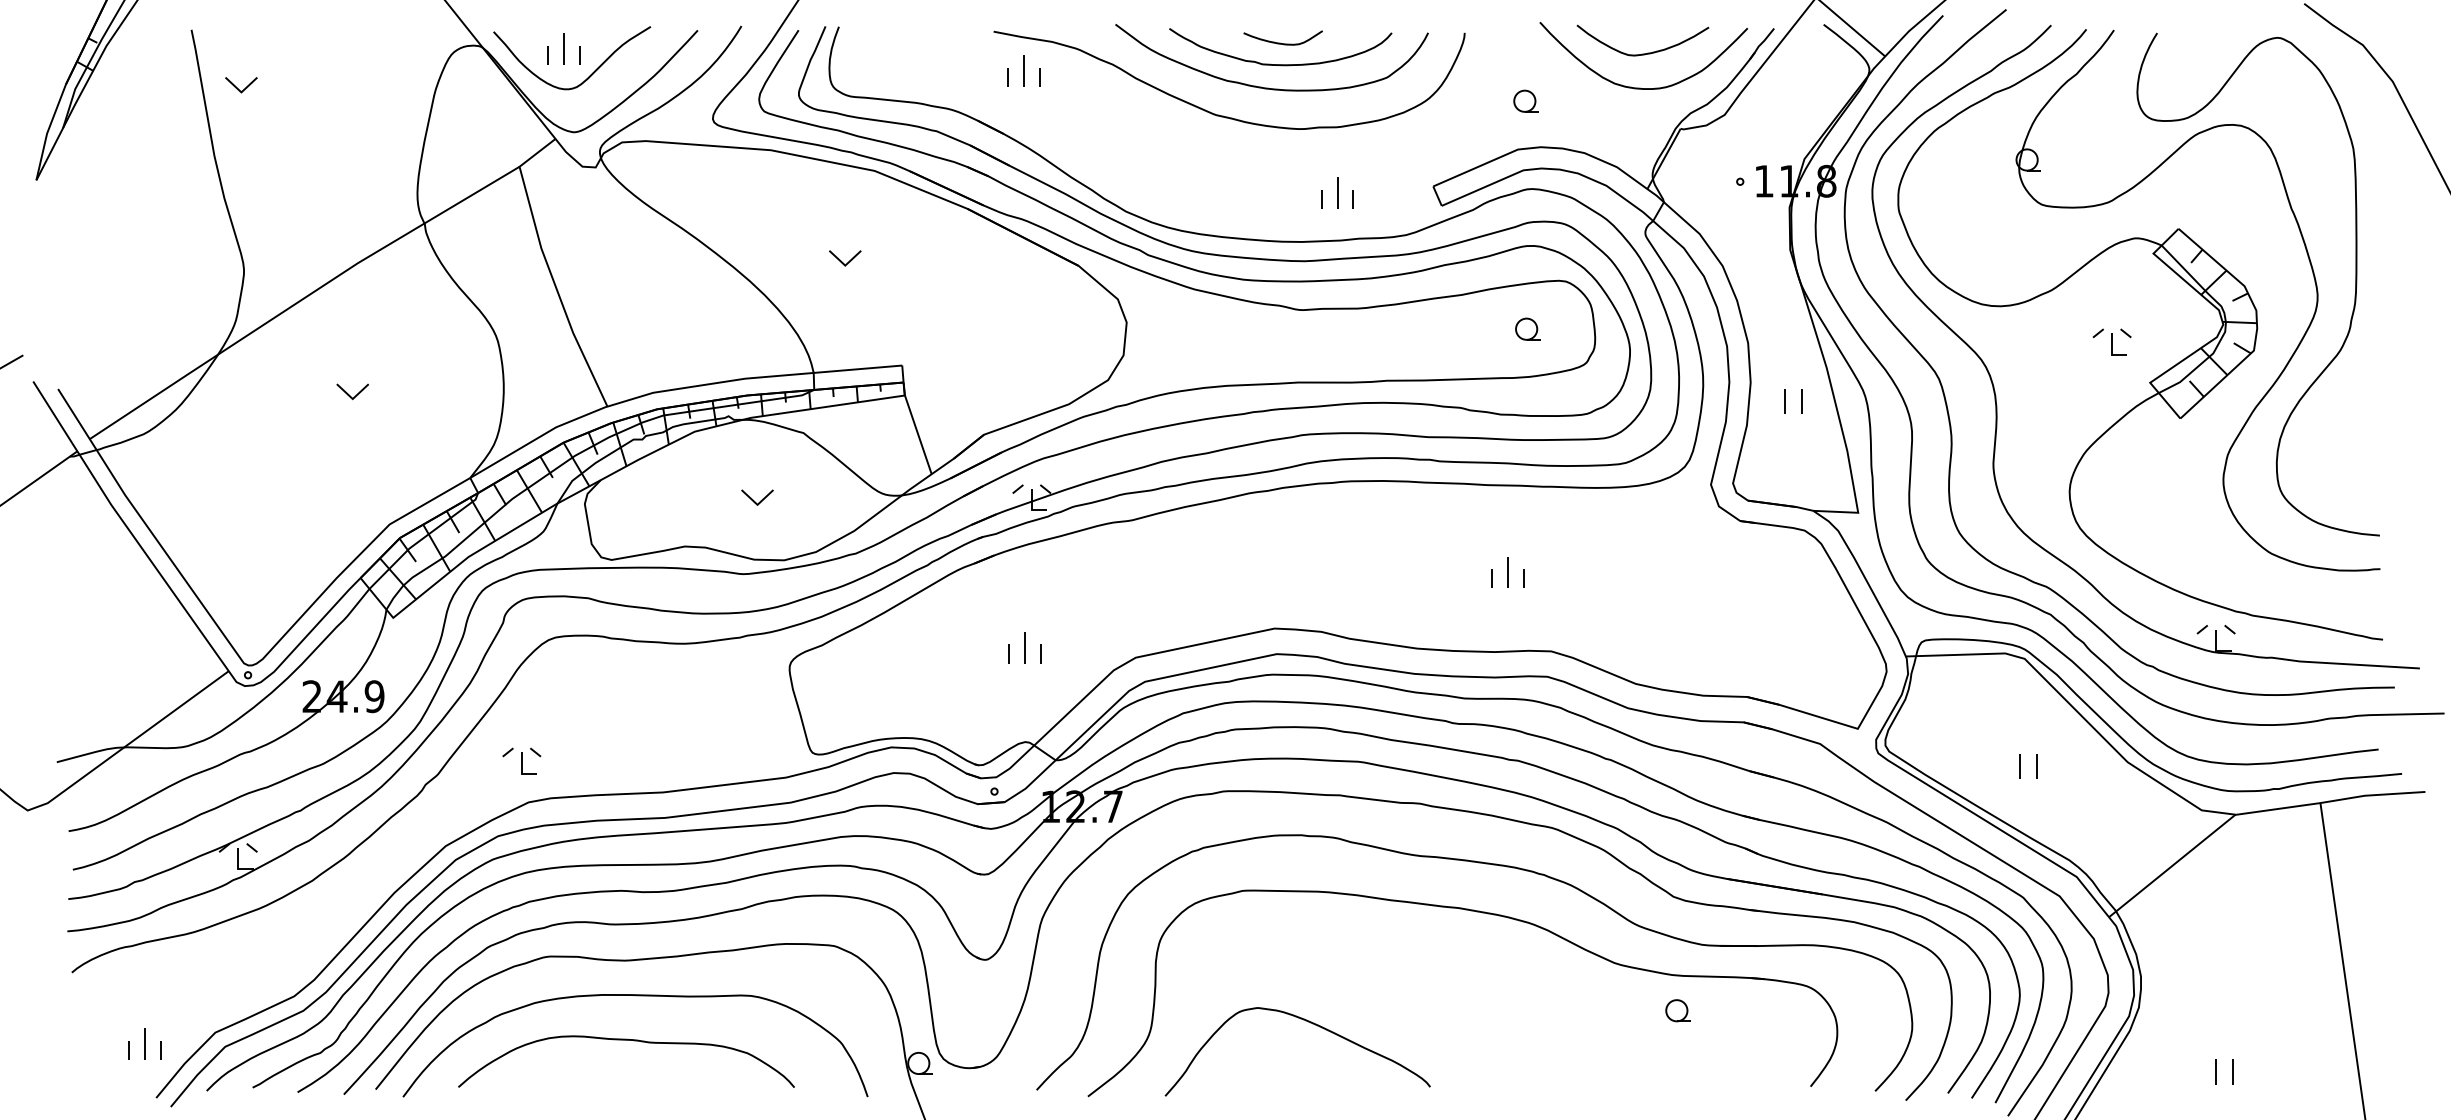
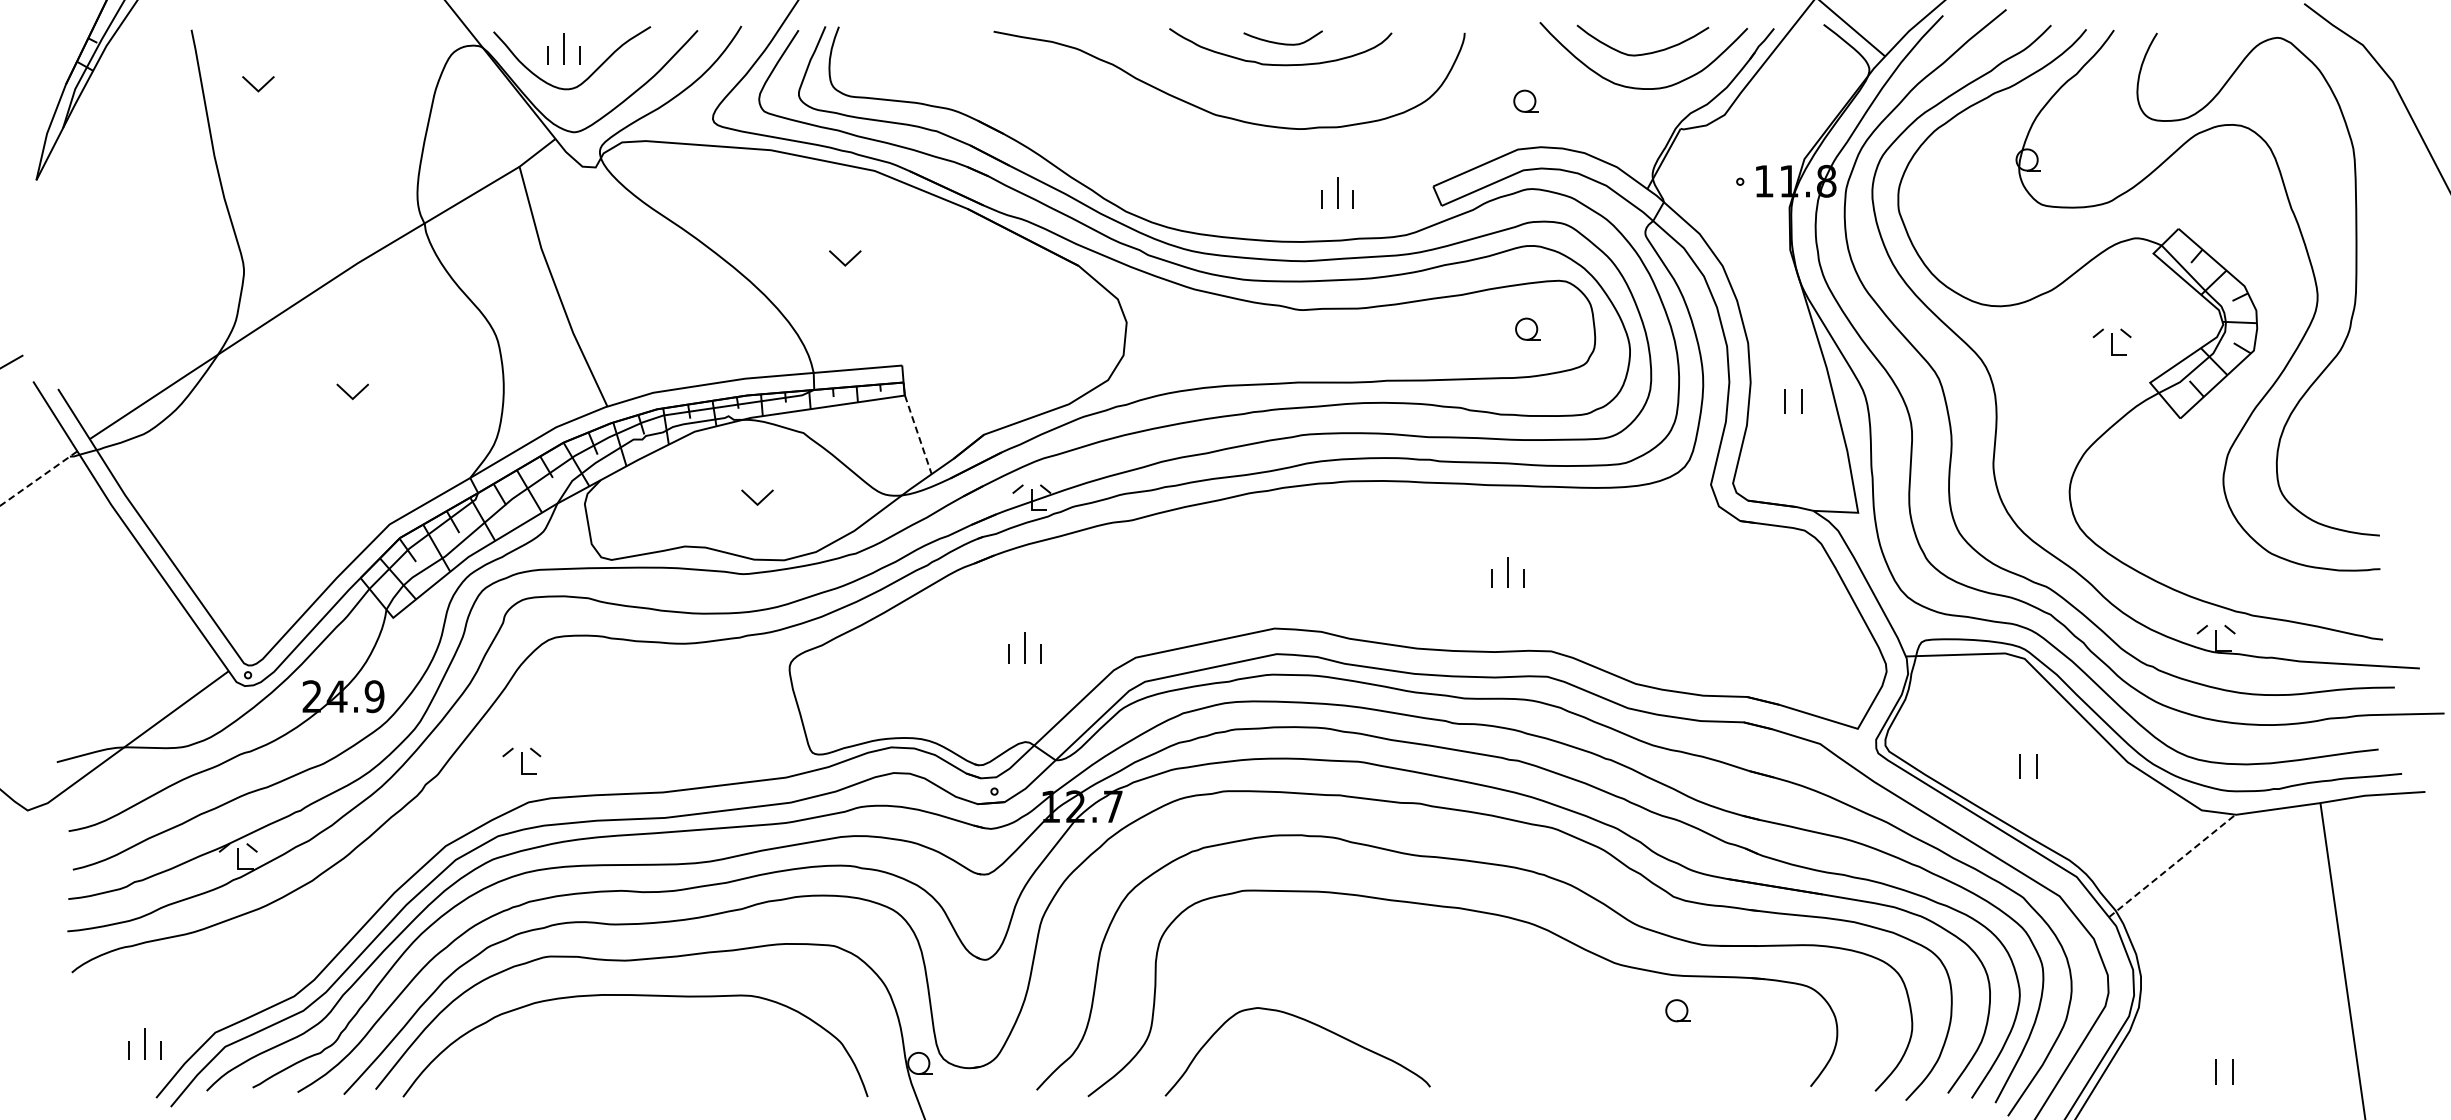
part at (1023, 70): present -> none
part at (241, 85) position: (241, 85) -> (258, 84)
curve at (1268, 87): present -> none
line at (918, 434): solid -> dashed
line at (39, 477): solid -> dashed
line at (2171, 866): solid -> dashed
curve at (626, 1040): present -> none
